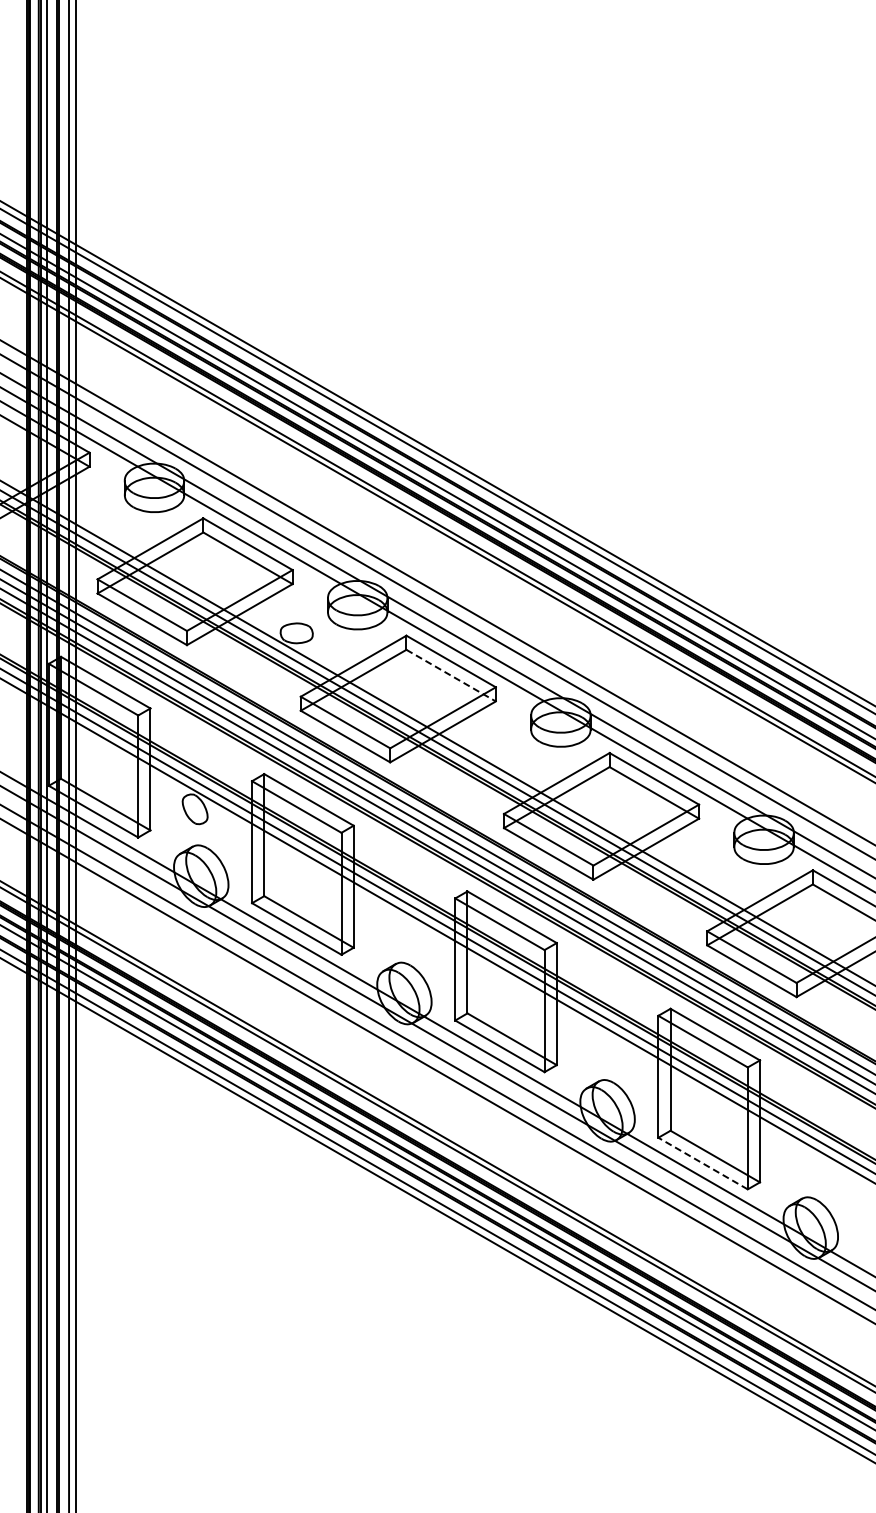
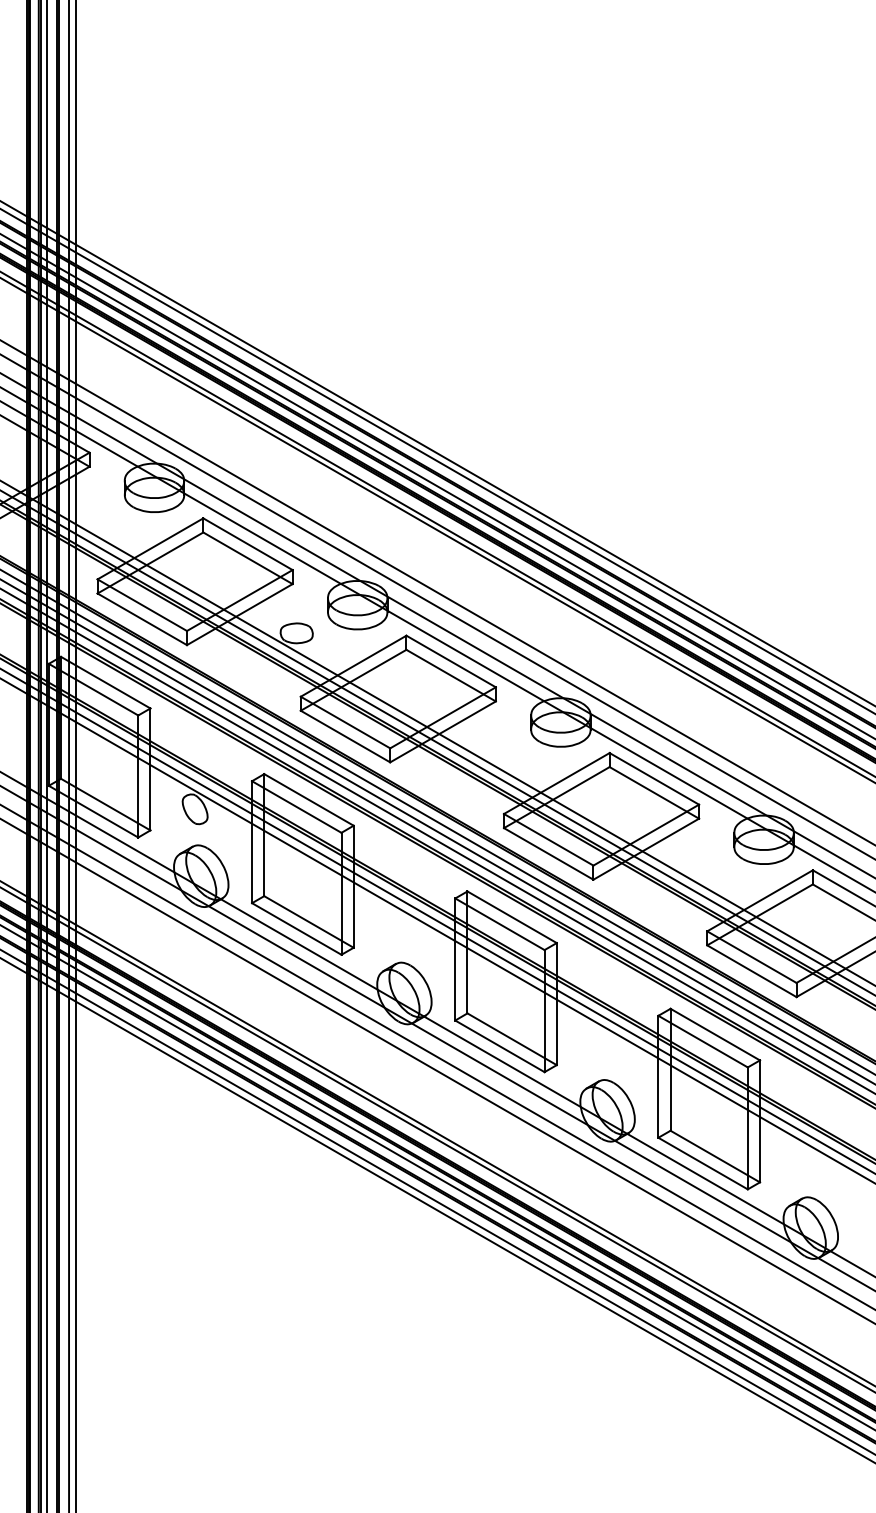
line at (451, 675): dashed -> solid
line at (703, 1163): dashed -> solid
